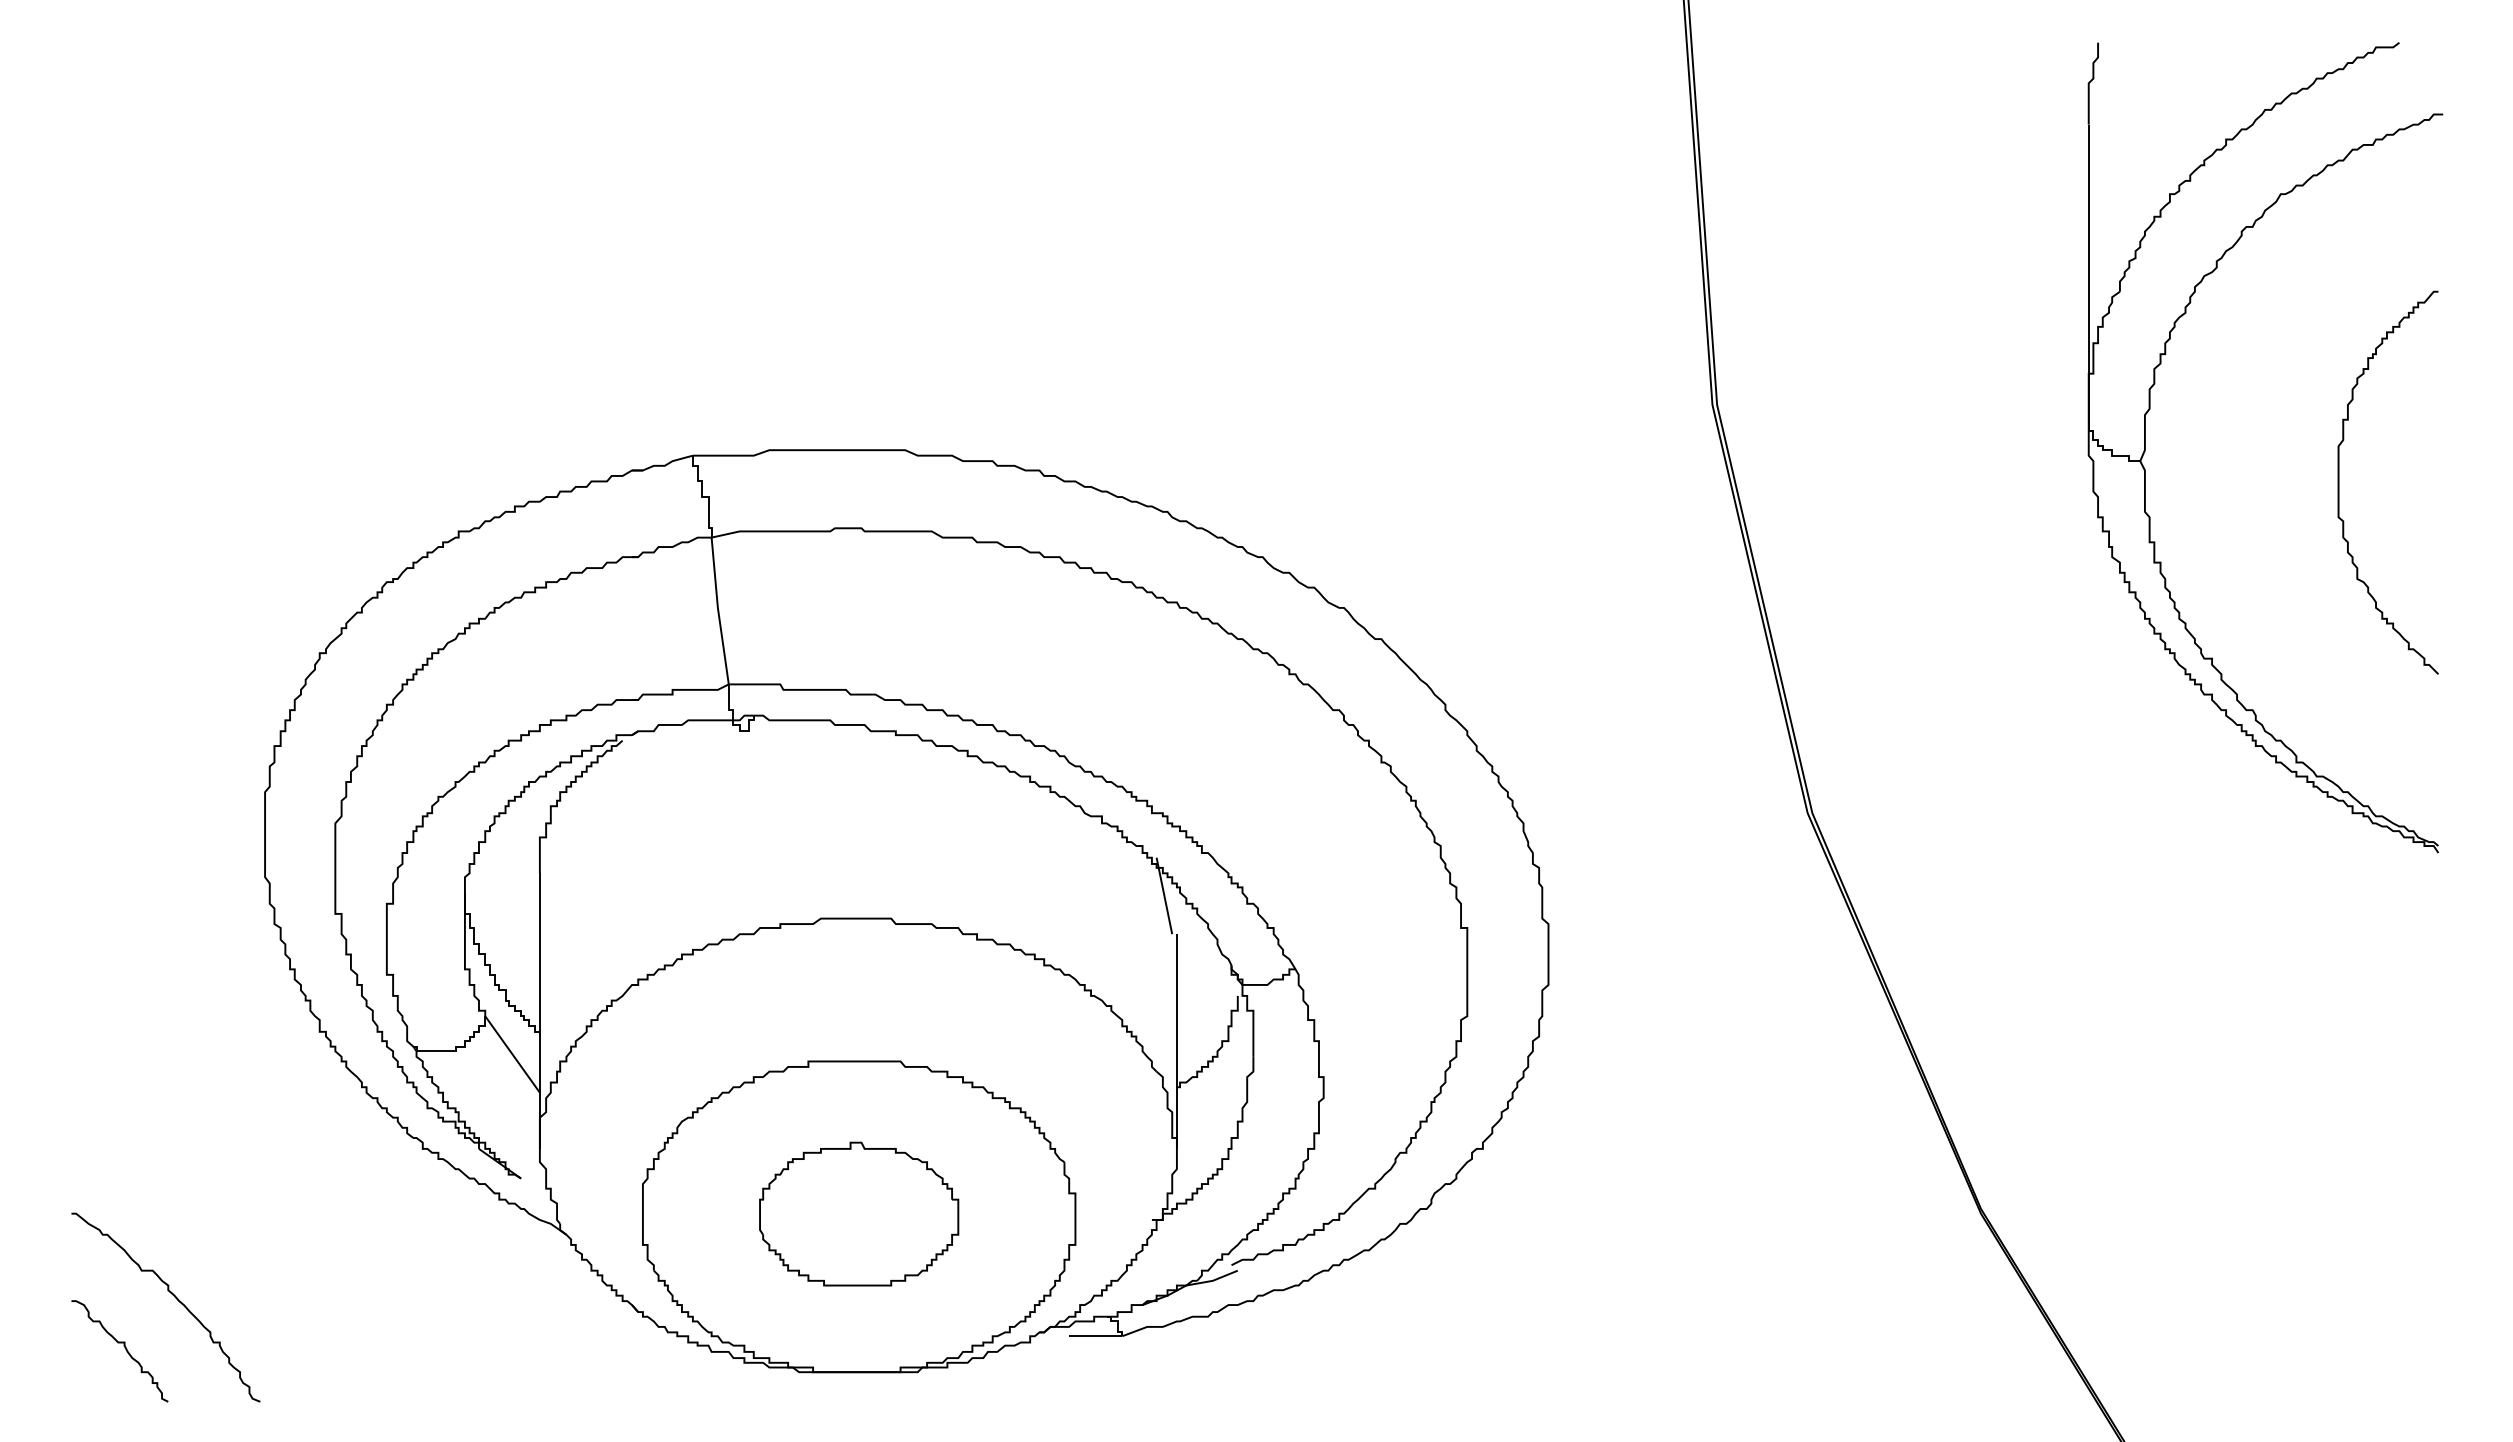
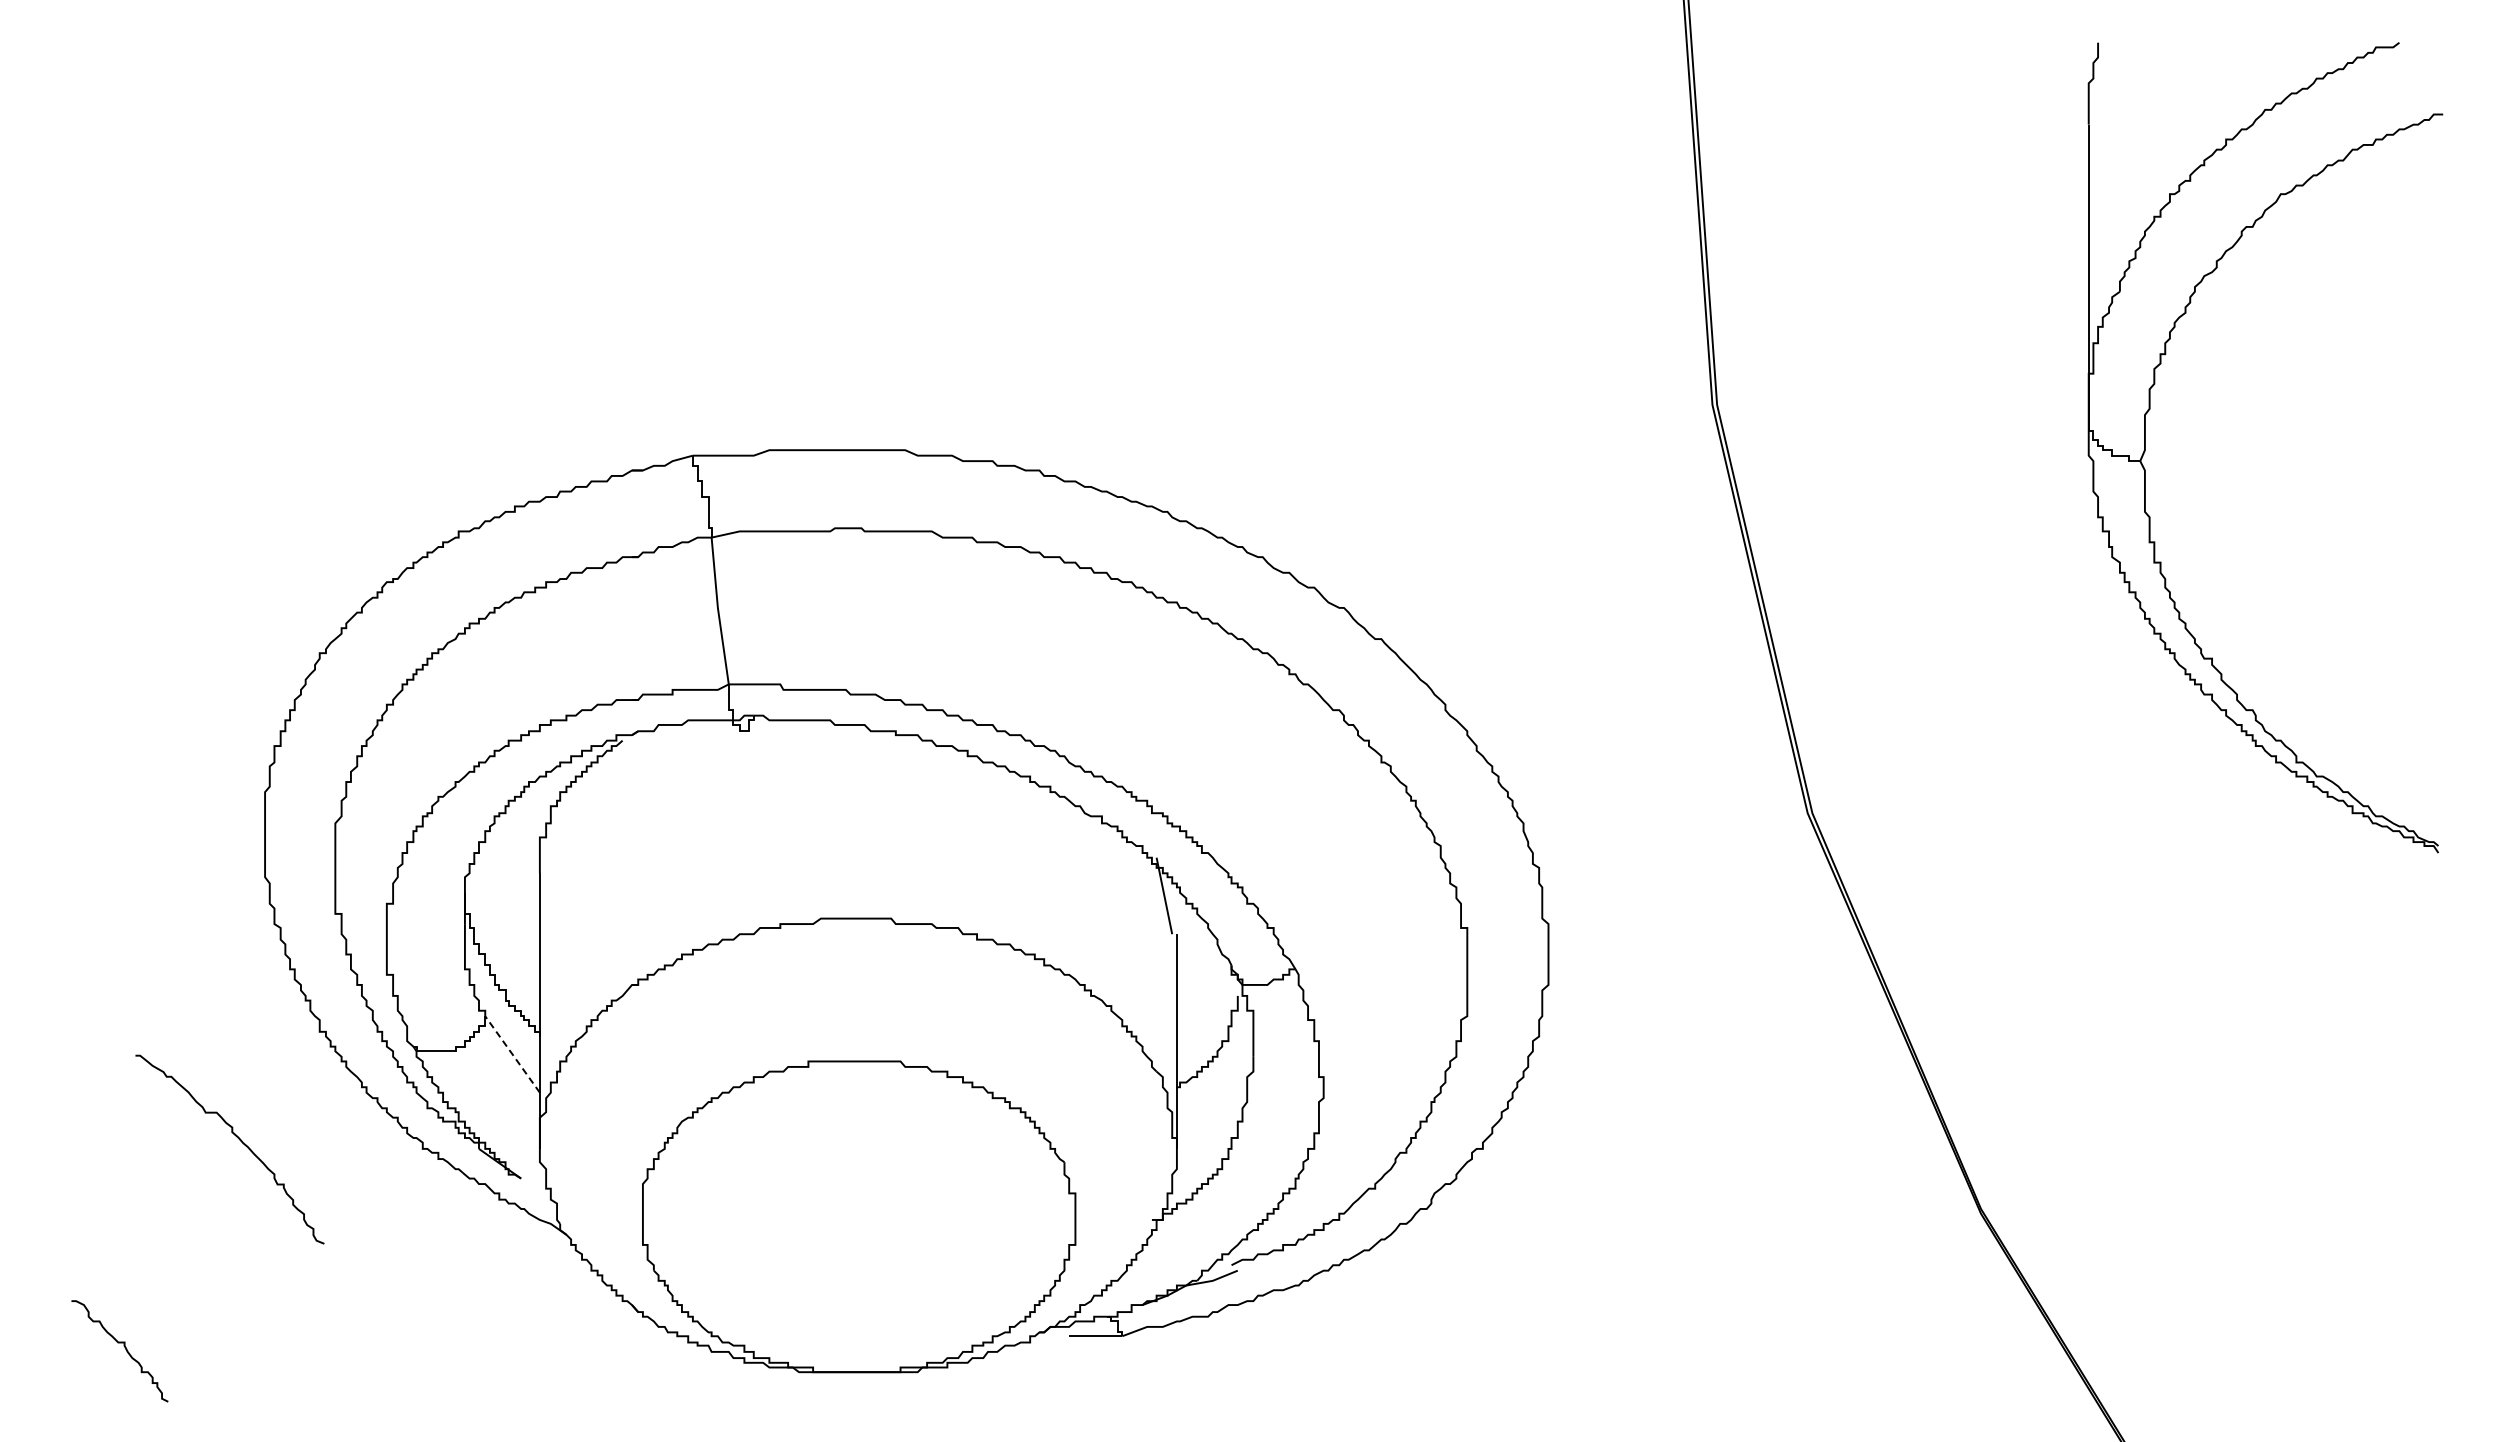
curve at (2339, 482): present -> none
line at (512, 1054): solid -> dashed
part at (859, 1213): present -> none
curve at (174, 1297) position: (174, 1297) -> (238, 1139)
